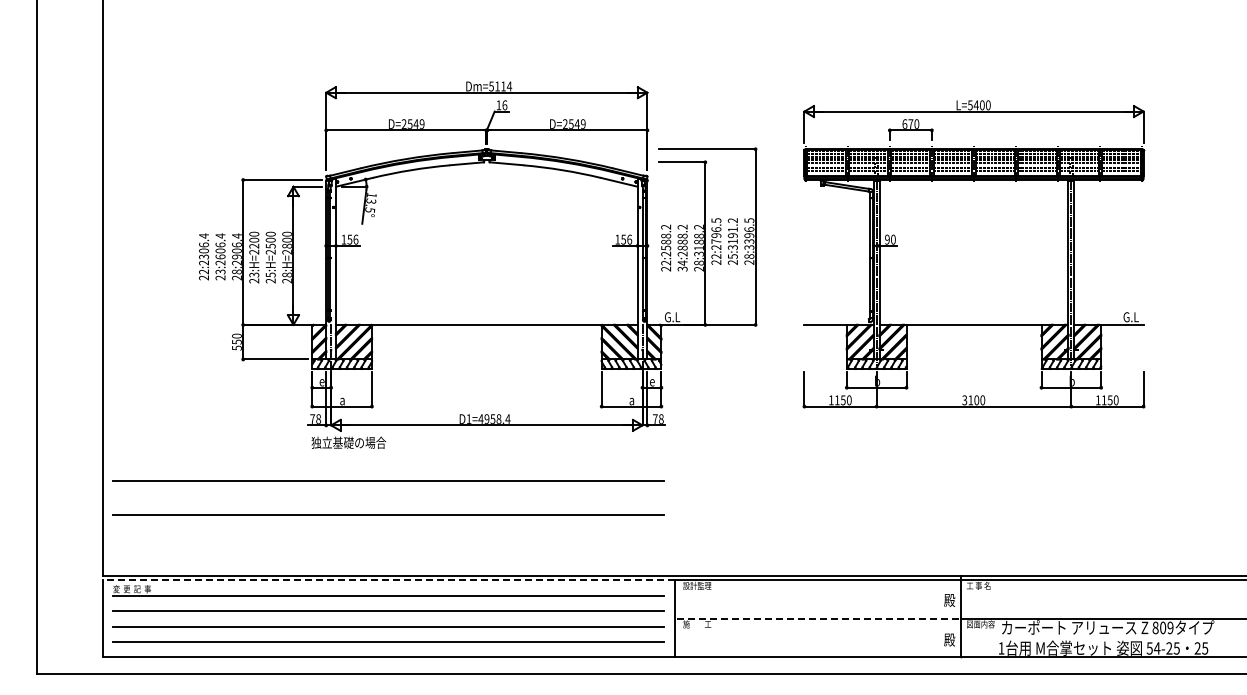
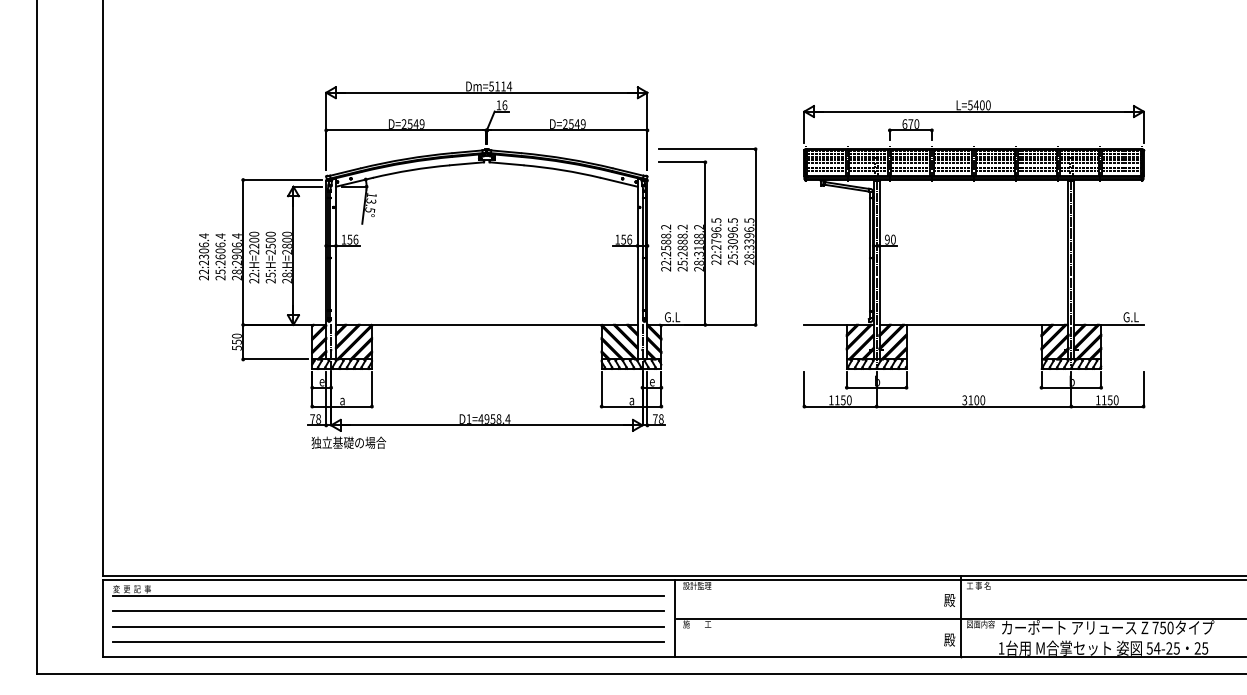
text at (732, 230): 25:3191.2 -> 25:3096.5
text at (682, 265): 34:2888.2 -> 25:2888.2
text at (218, 271): 23:2606.4 -> 25:2606.4
text at (254, 274): 23:H=2200 -> 22:H=2200
line at (388, 480): present -> none
line at (388, 514): present -> none
line at (389, 580): dashed -> solid
line at (819, 618): dashed -> solid
text at (1162, 627): 809 -> 750
